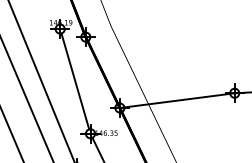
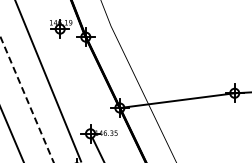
line at (41, 80) position: (41, 80) -> (48, 80)
line at (75, 81): present -> none
line at (27, 99): solid -> dashed
